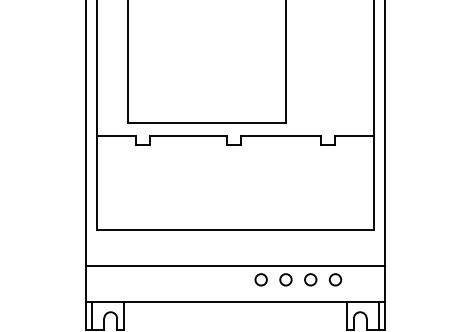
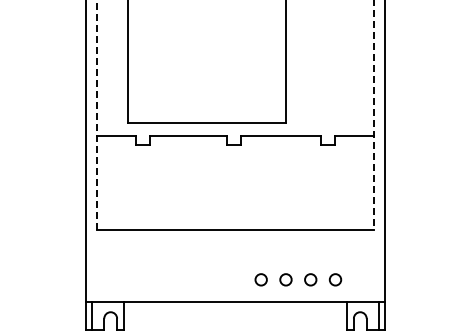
line at (97, 115): solid -> dashed
line at (373, 115): solid -> dashed
line at (235, 265): present -> none
